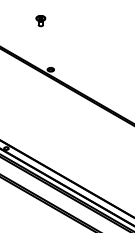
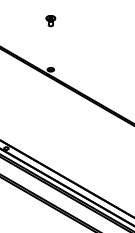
part at (40, 21) position: (40, 21) -> (50, 21)
